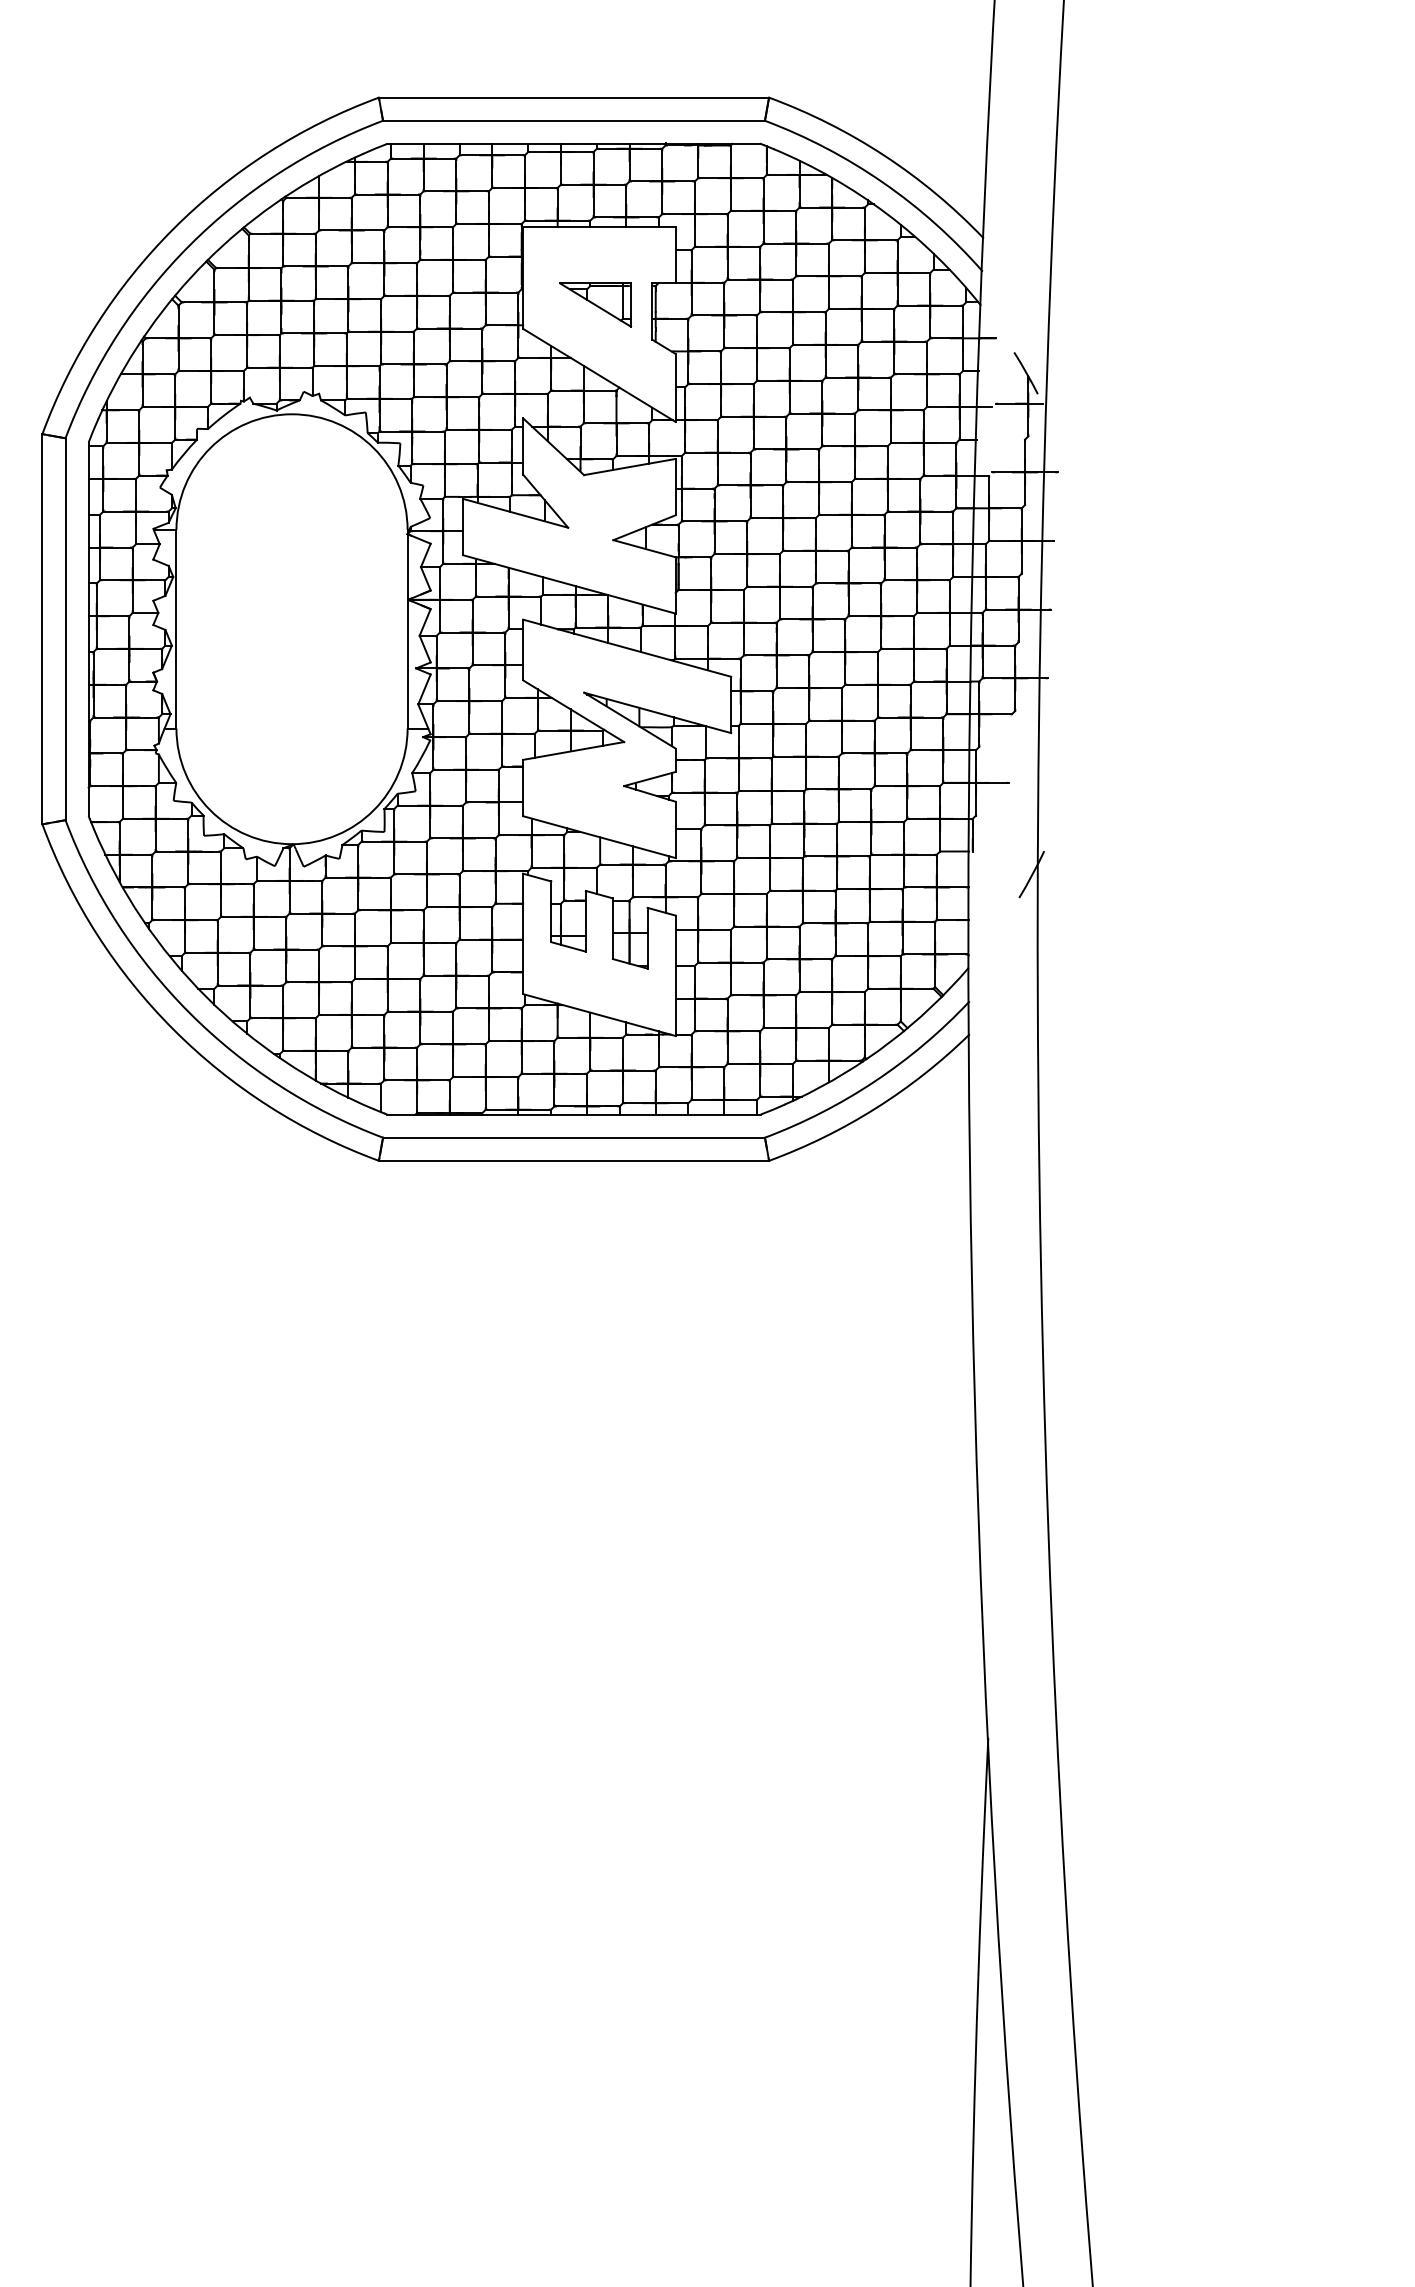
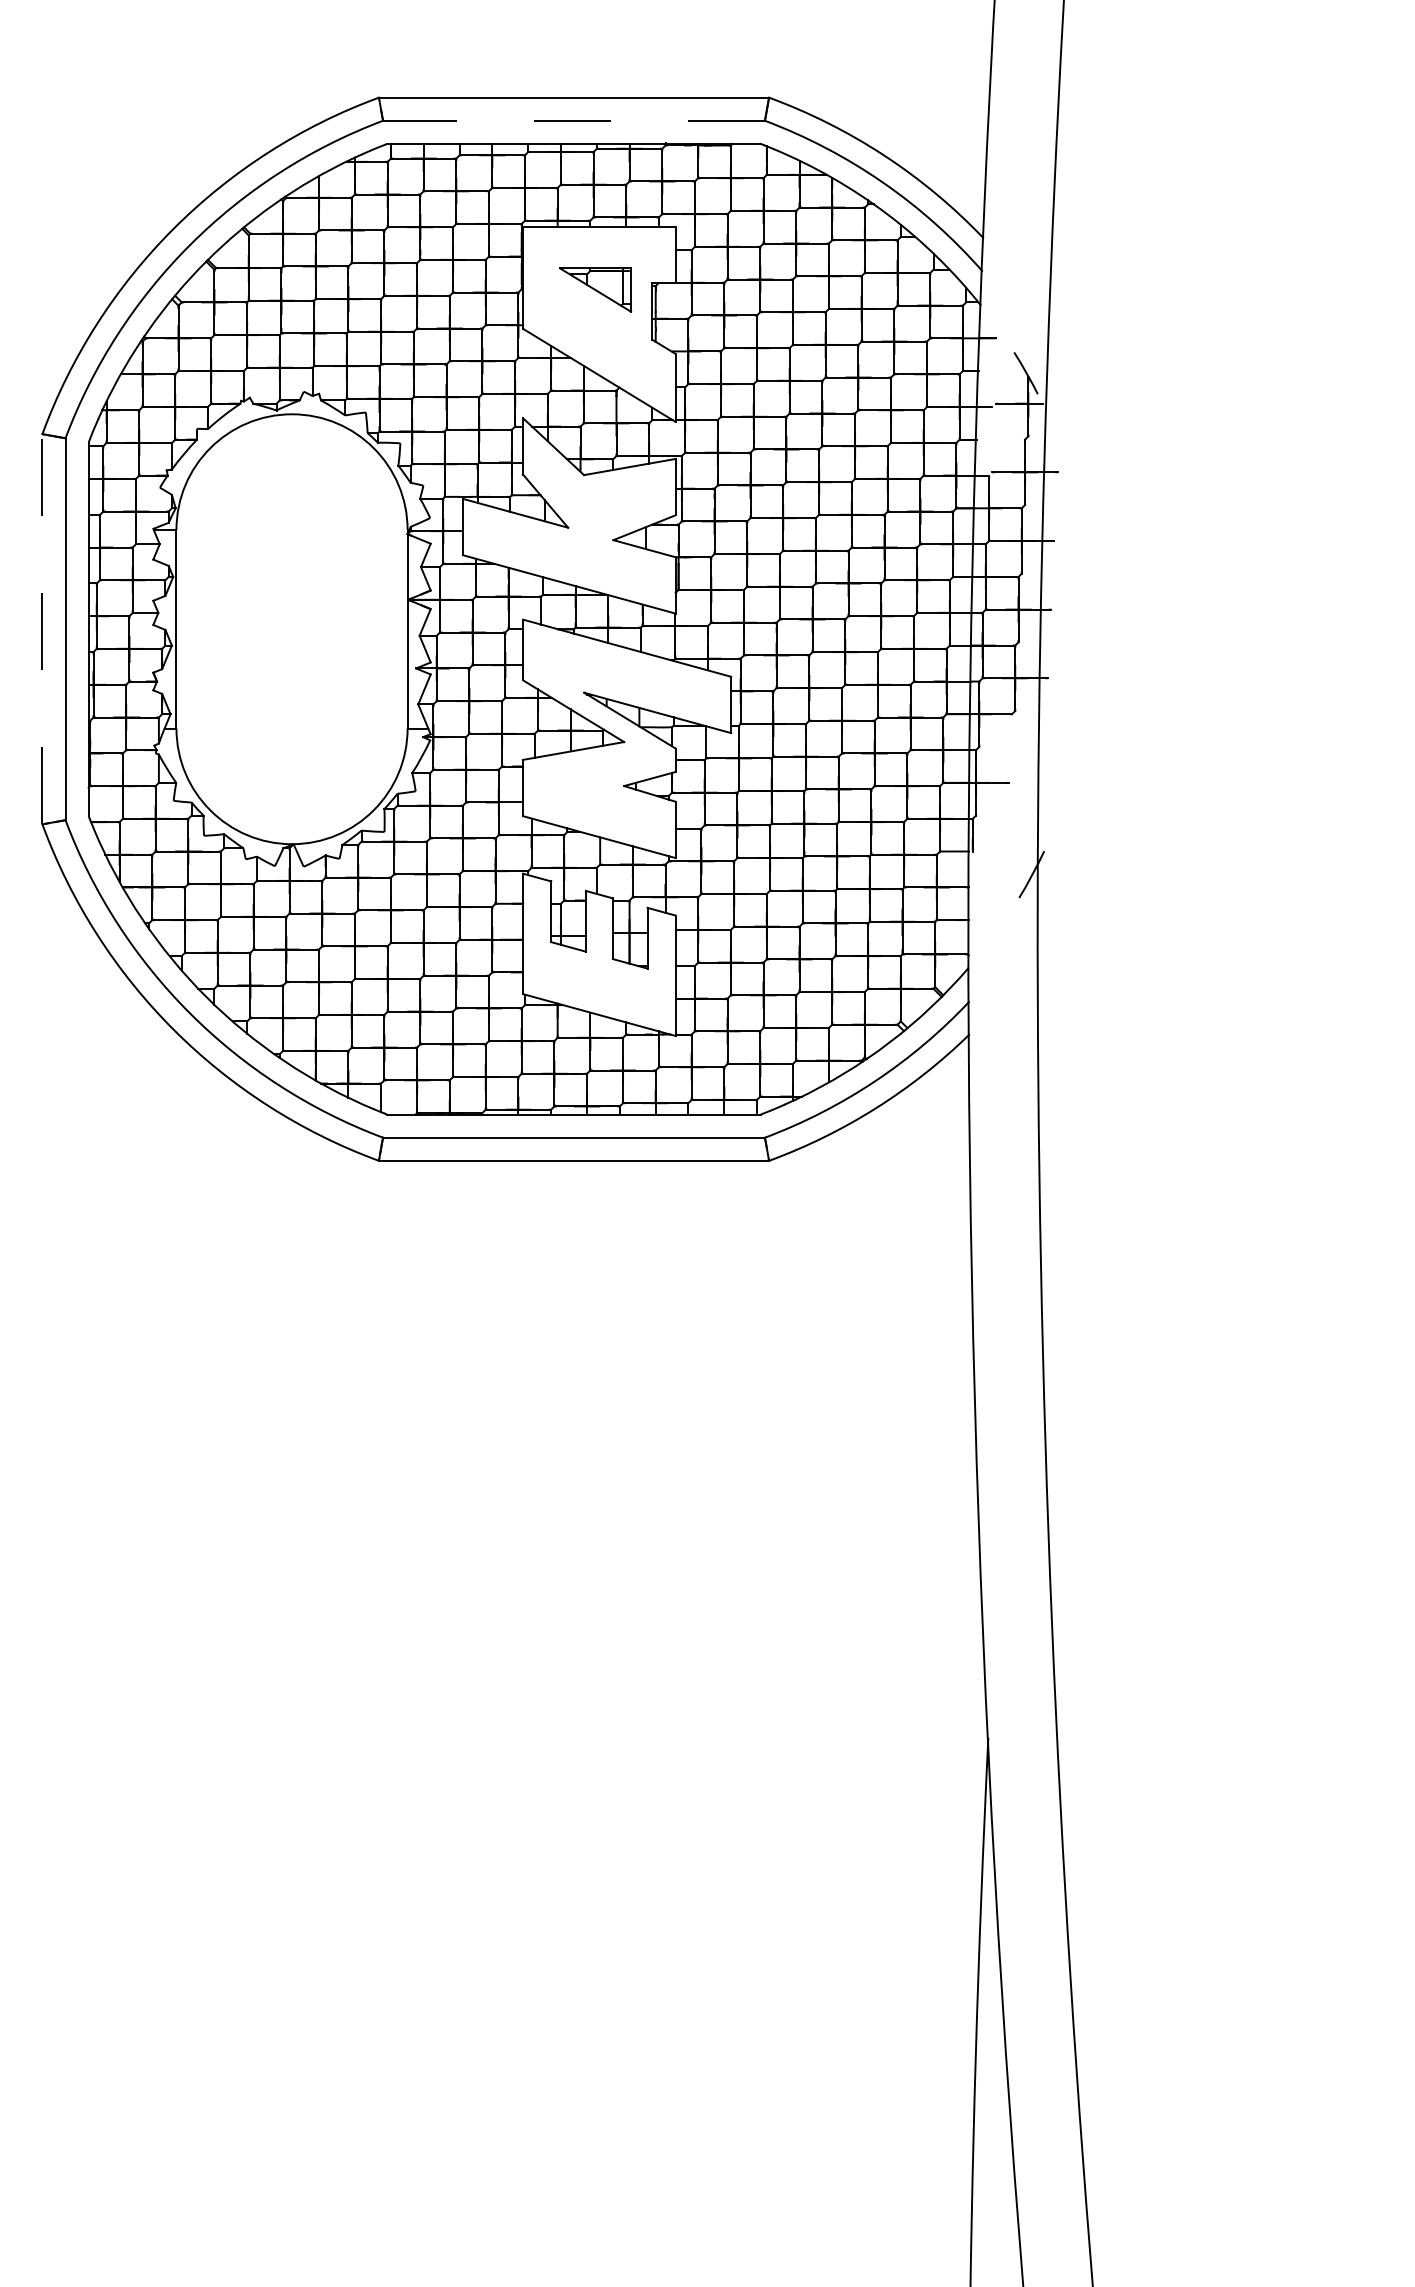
line at (574, 120): solid -> dashed
part at (595, 304) position: (595, 304) -> (595, 289)
line at (42, 628): solid -> dashed
